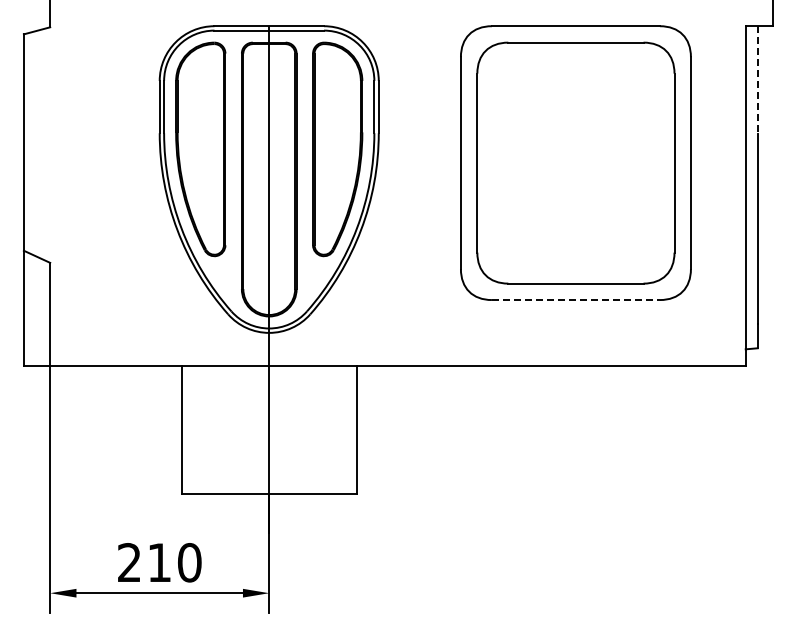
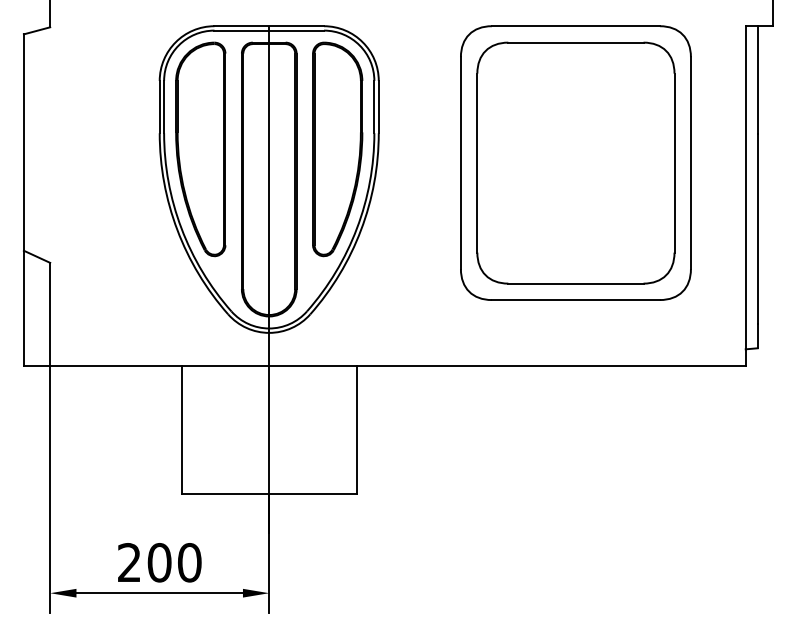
line at (757, 80): dashed -> solid
line at (576, 300): dashed -> solid
text at (159, 562): 210 -> 200
